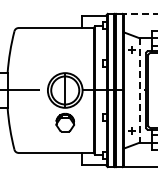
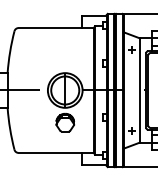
line at (139, 13): dashed -> solid
line at (140, 90): dashed -> solid
